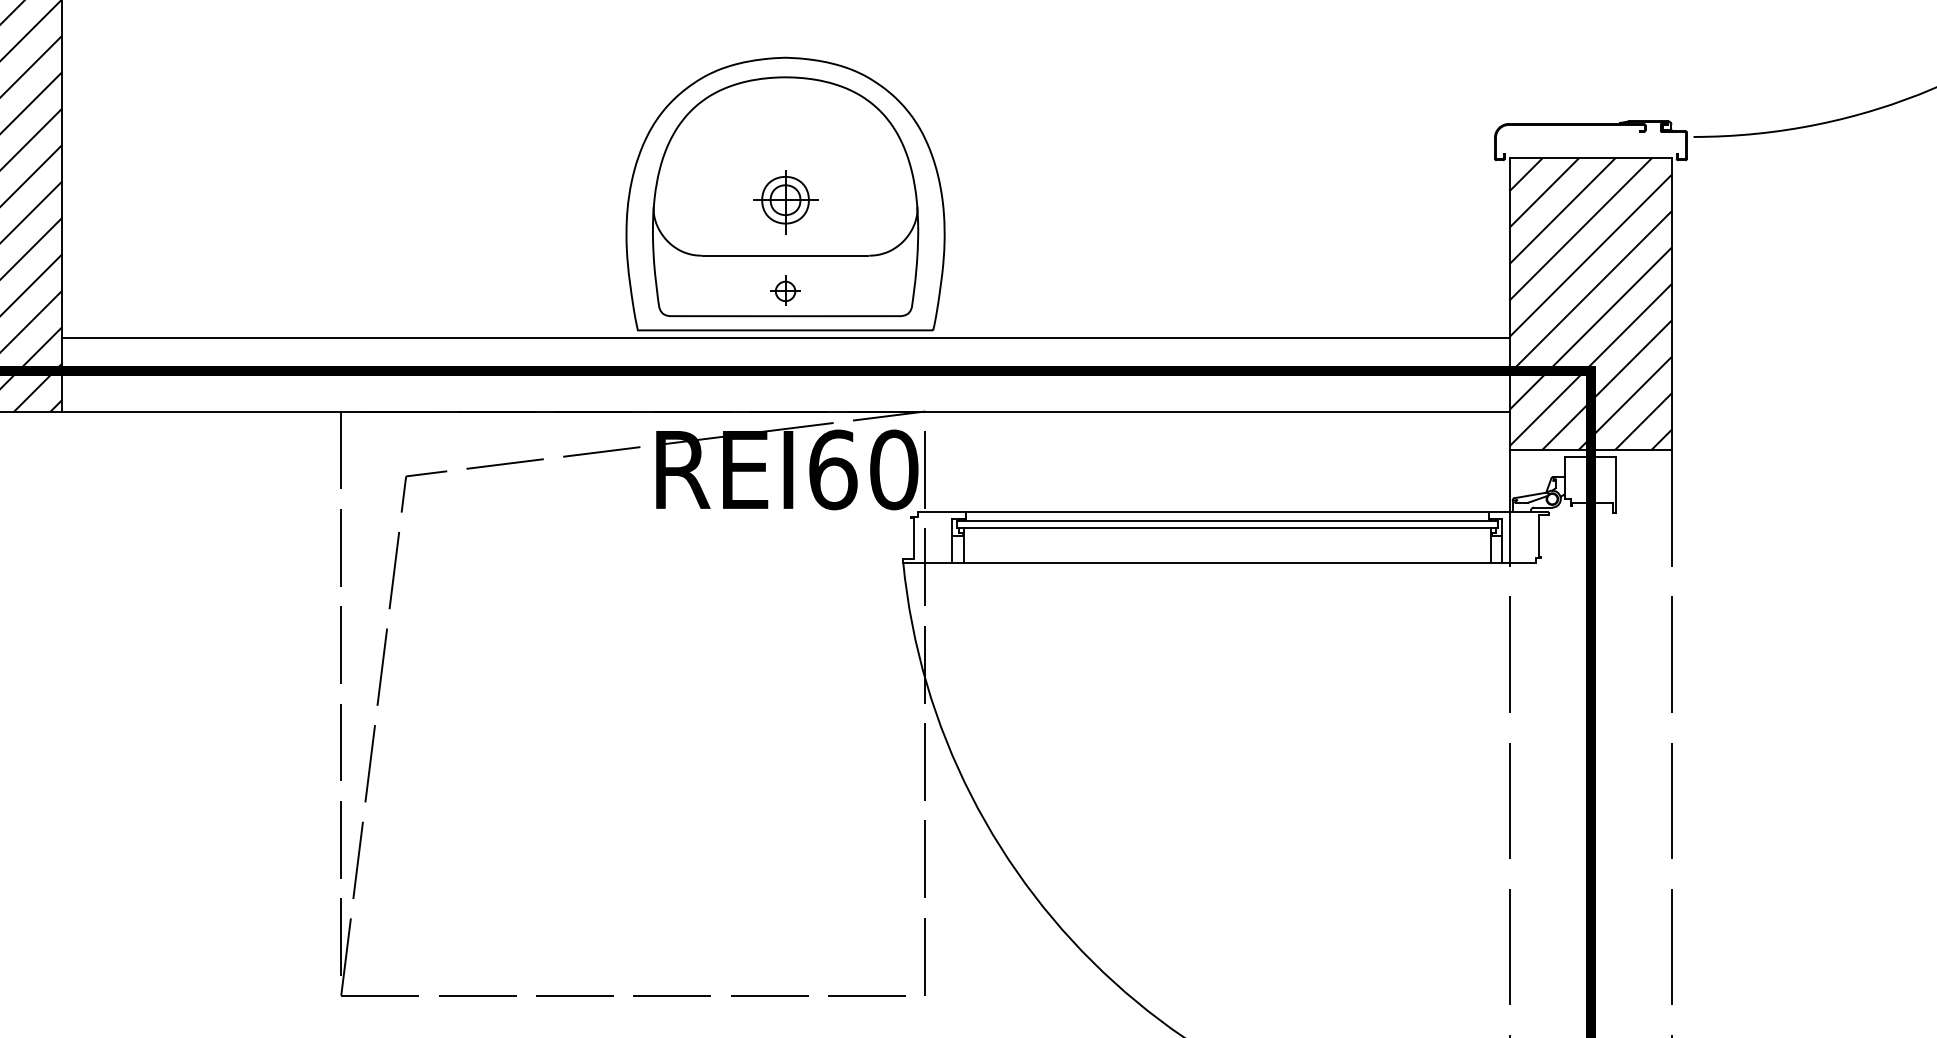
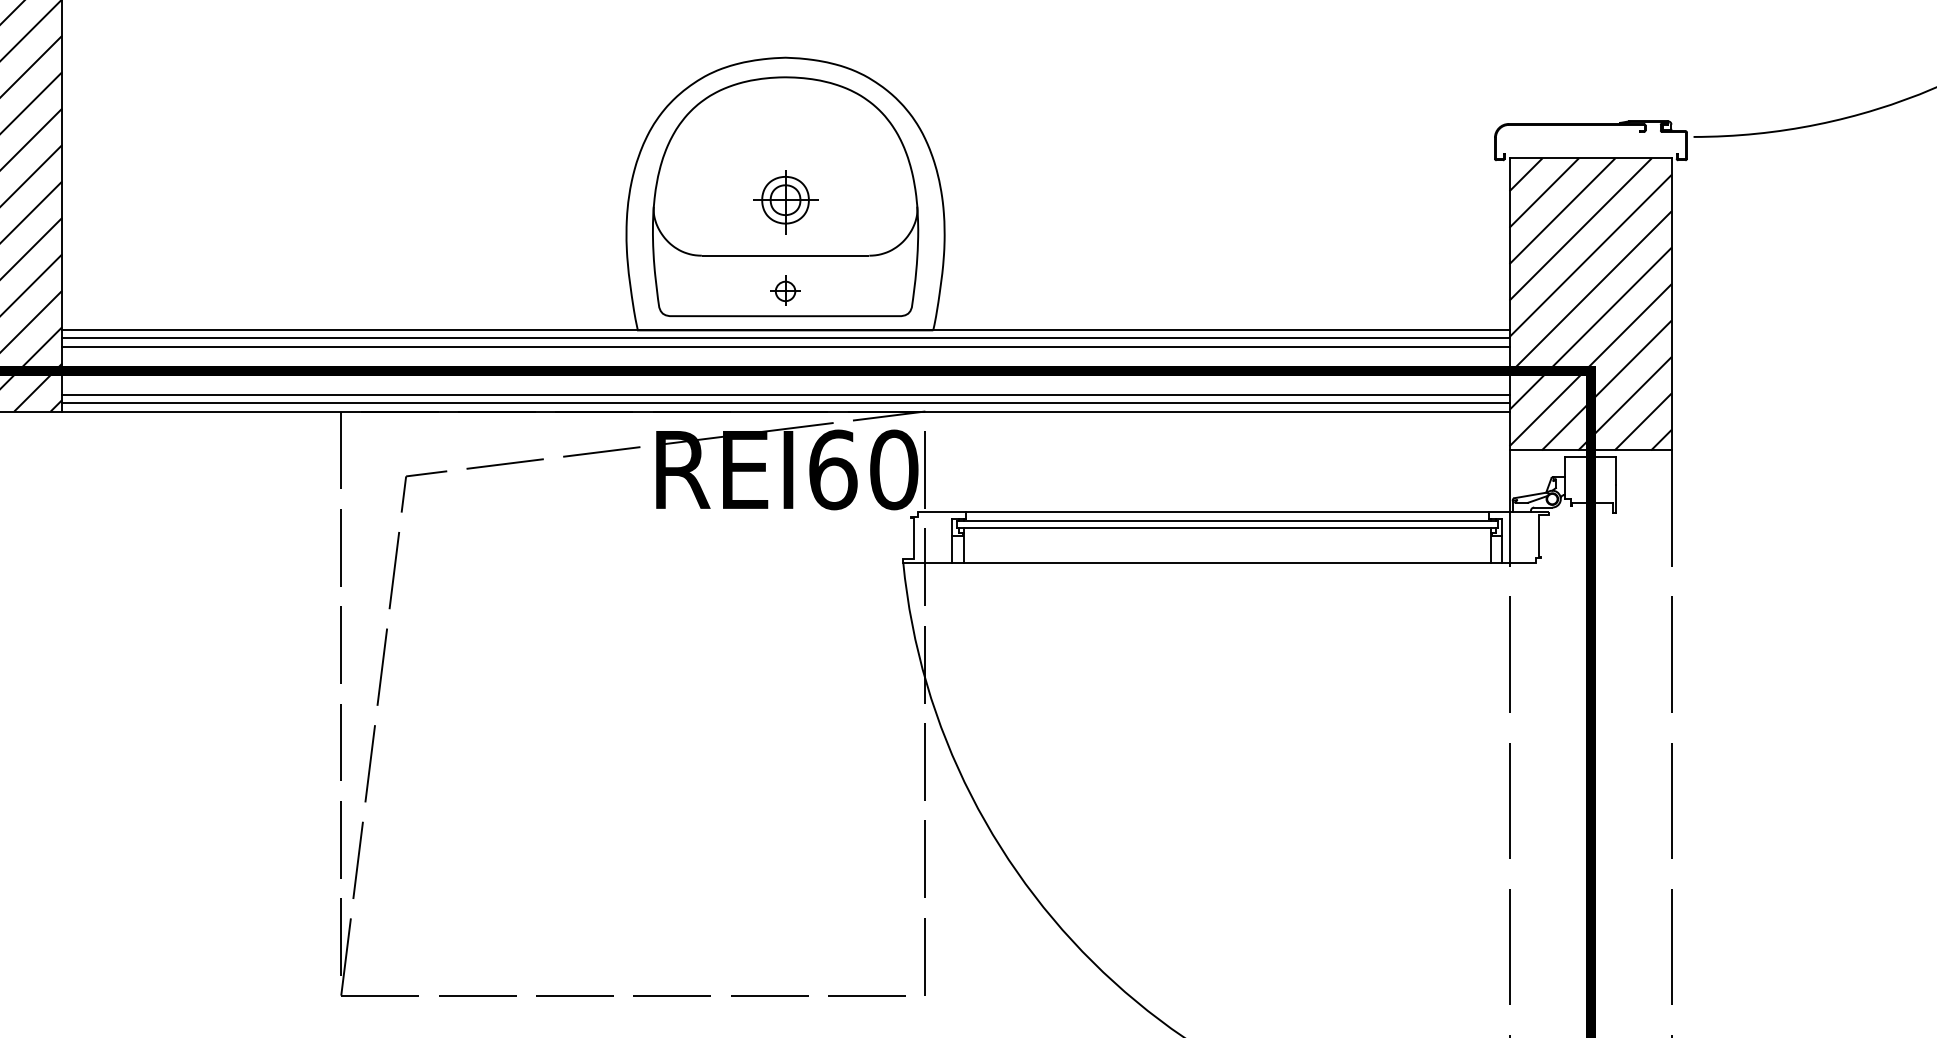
line at (785, 330): none -> present
line at (785, 346): none -> present
line at (785, 395): none -> present
line at (785, 403): none -> present
